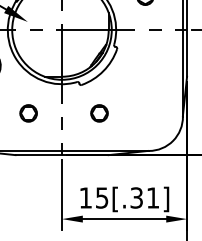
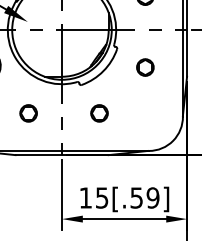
circle at (145, 67): none -> present
text at (145, 197): 15[.31] -> 15[.59]
